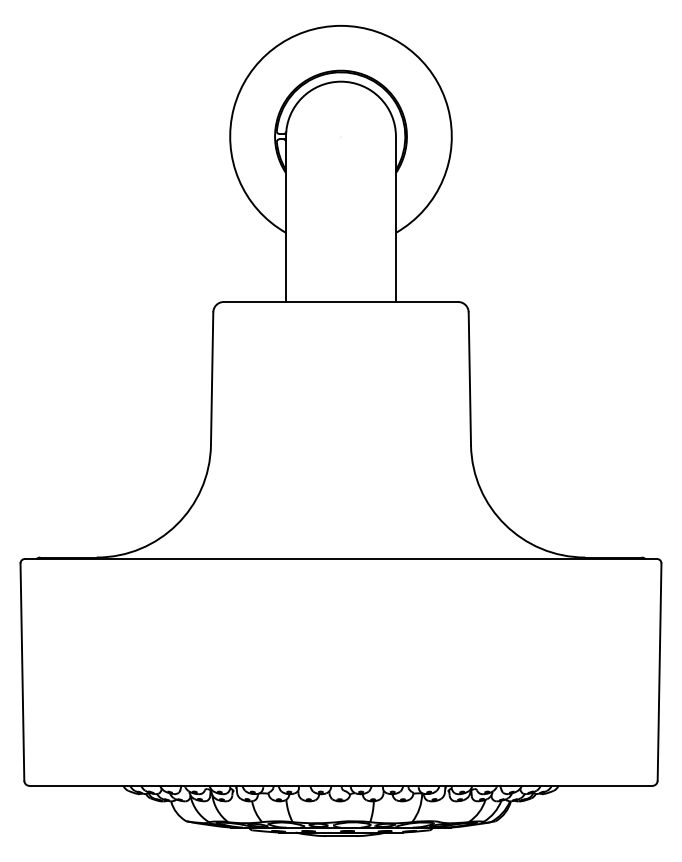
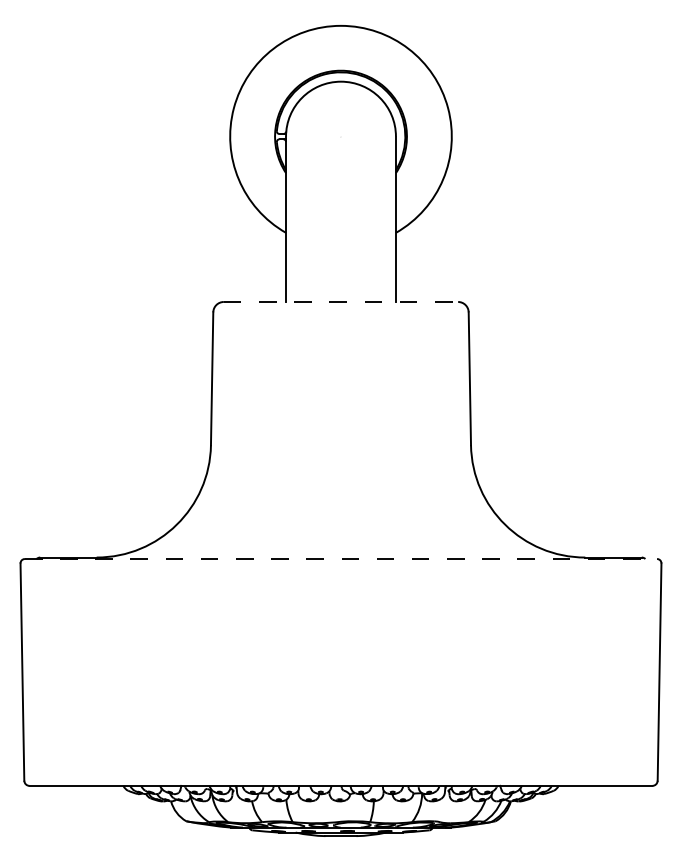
line at (341, 301): solid -> dashed
line at (341, 559): solid -> dashed
